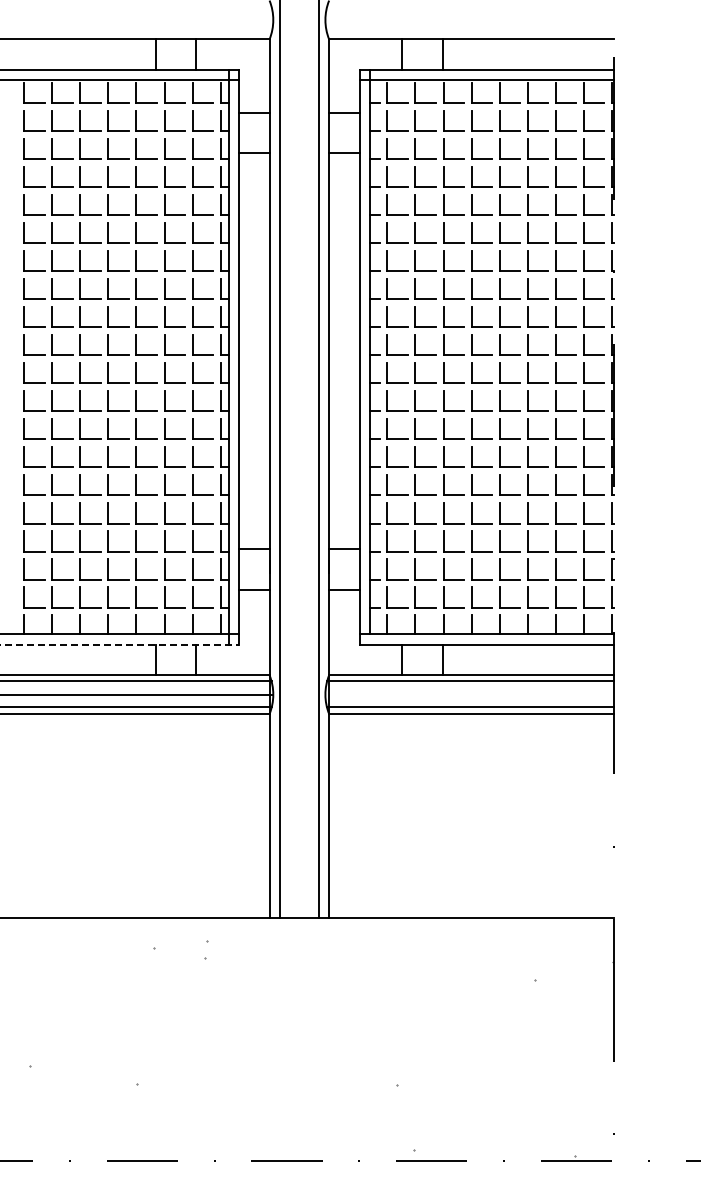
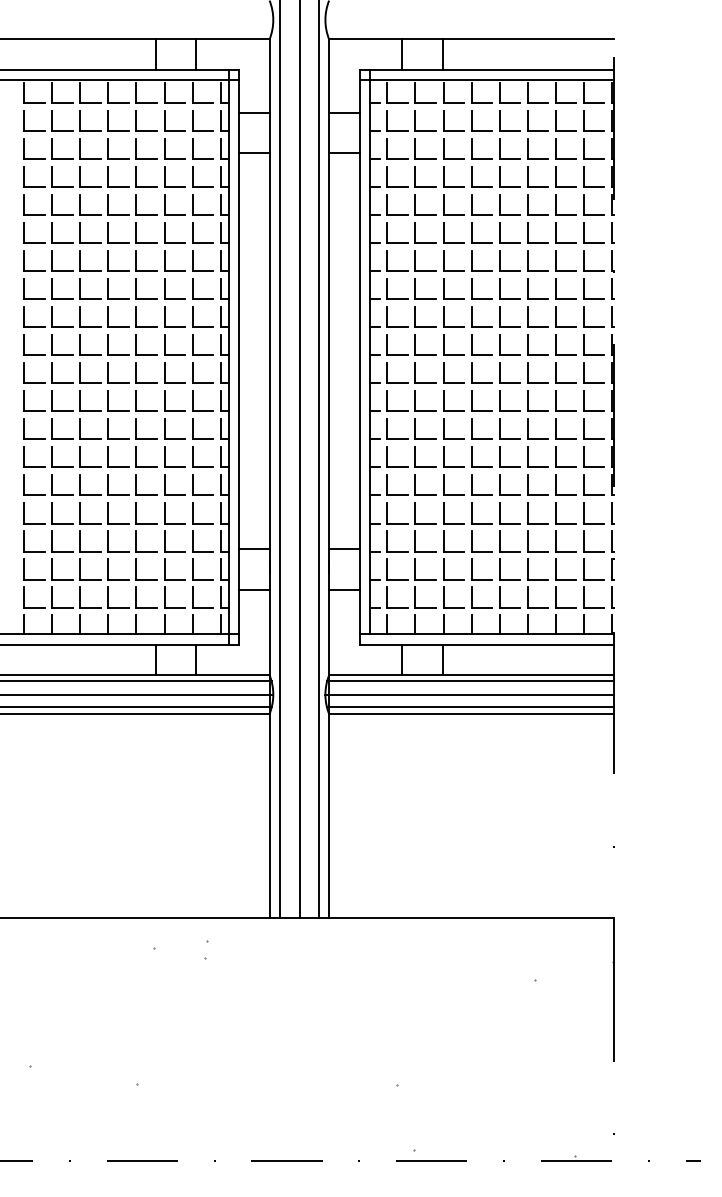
line at (299, 459): none -> present
line at (120, 644): dashed -> solid
line at (469, 694): none -> present
